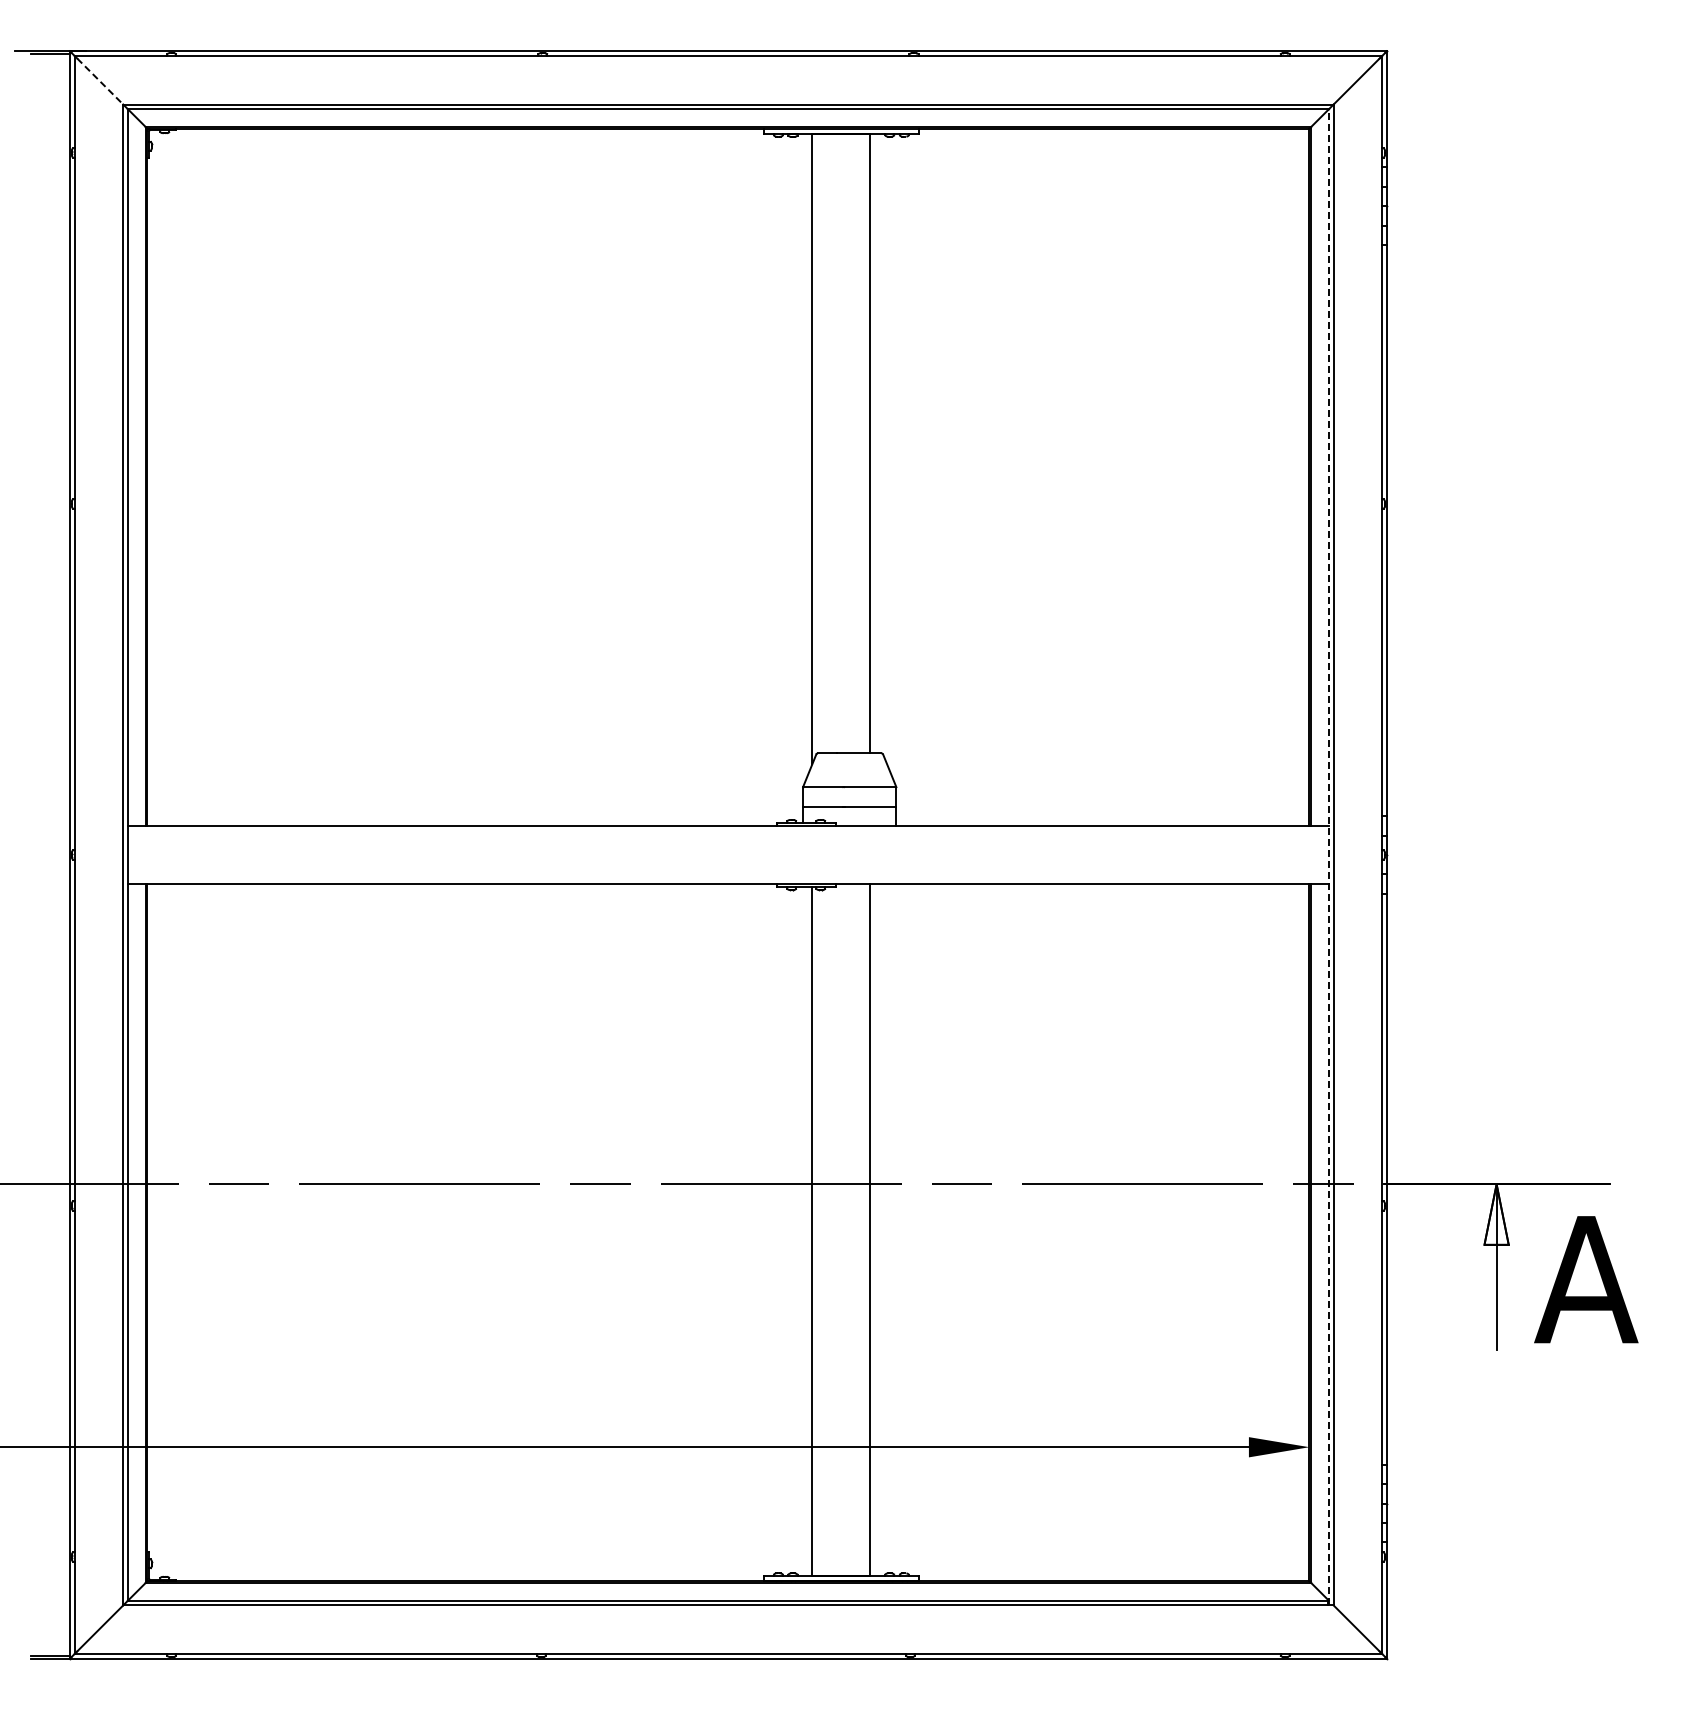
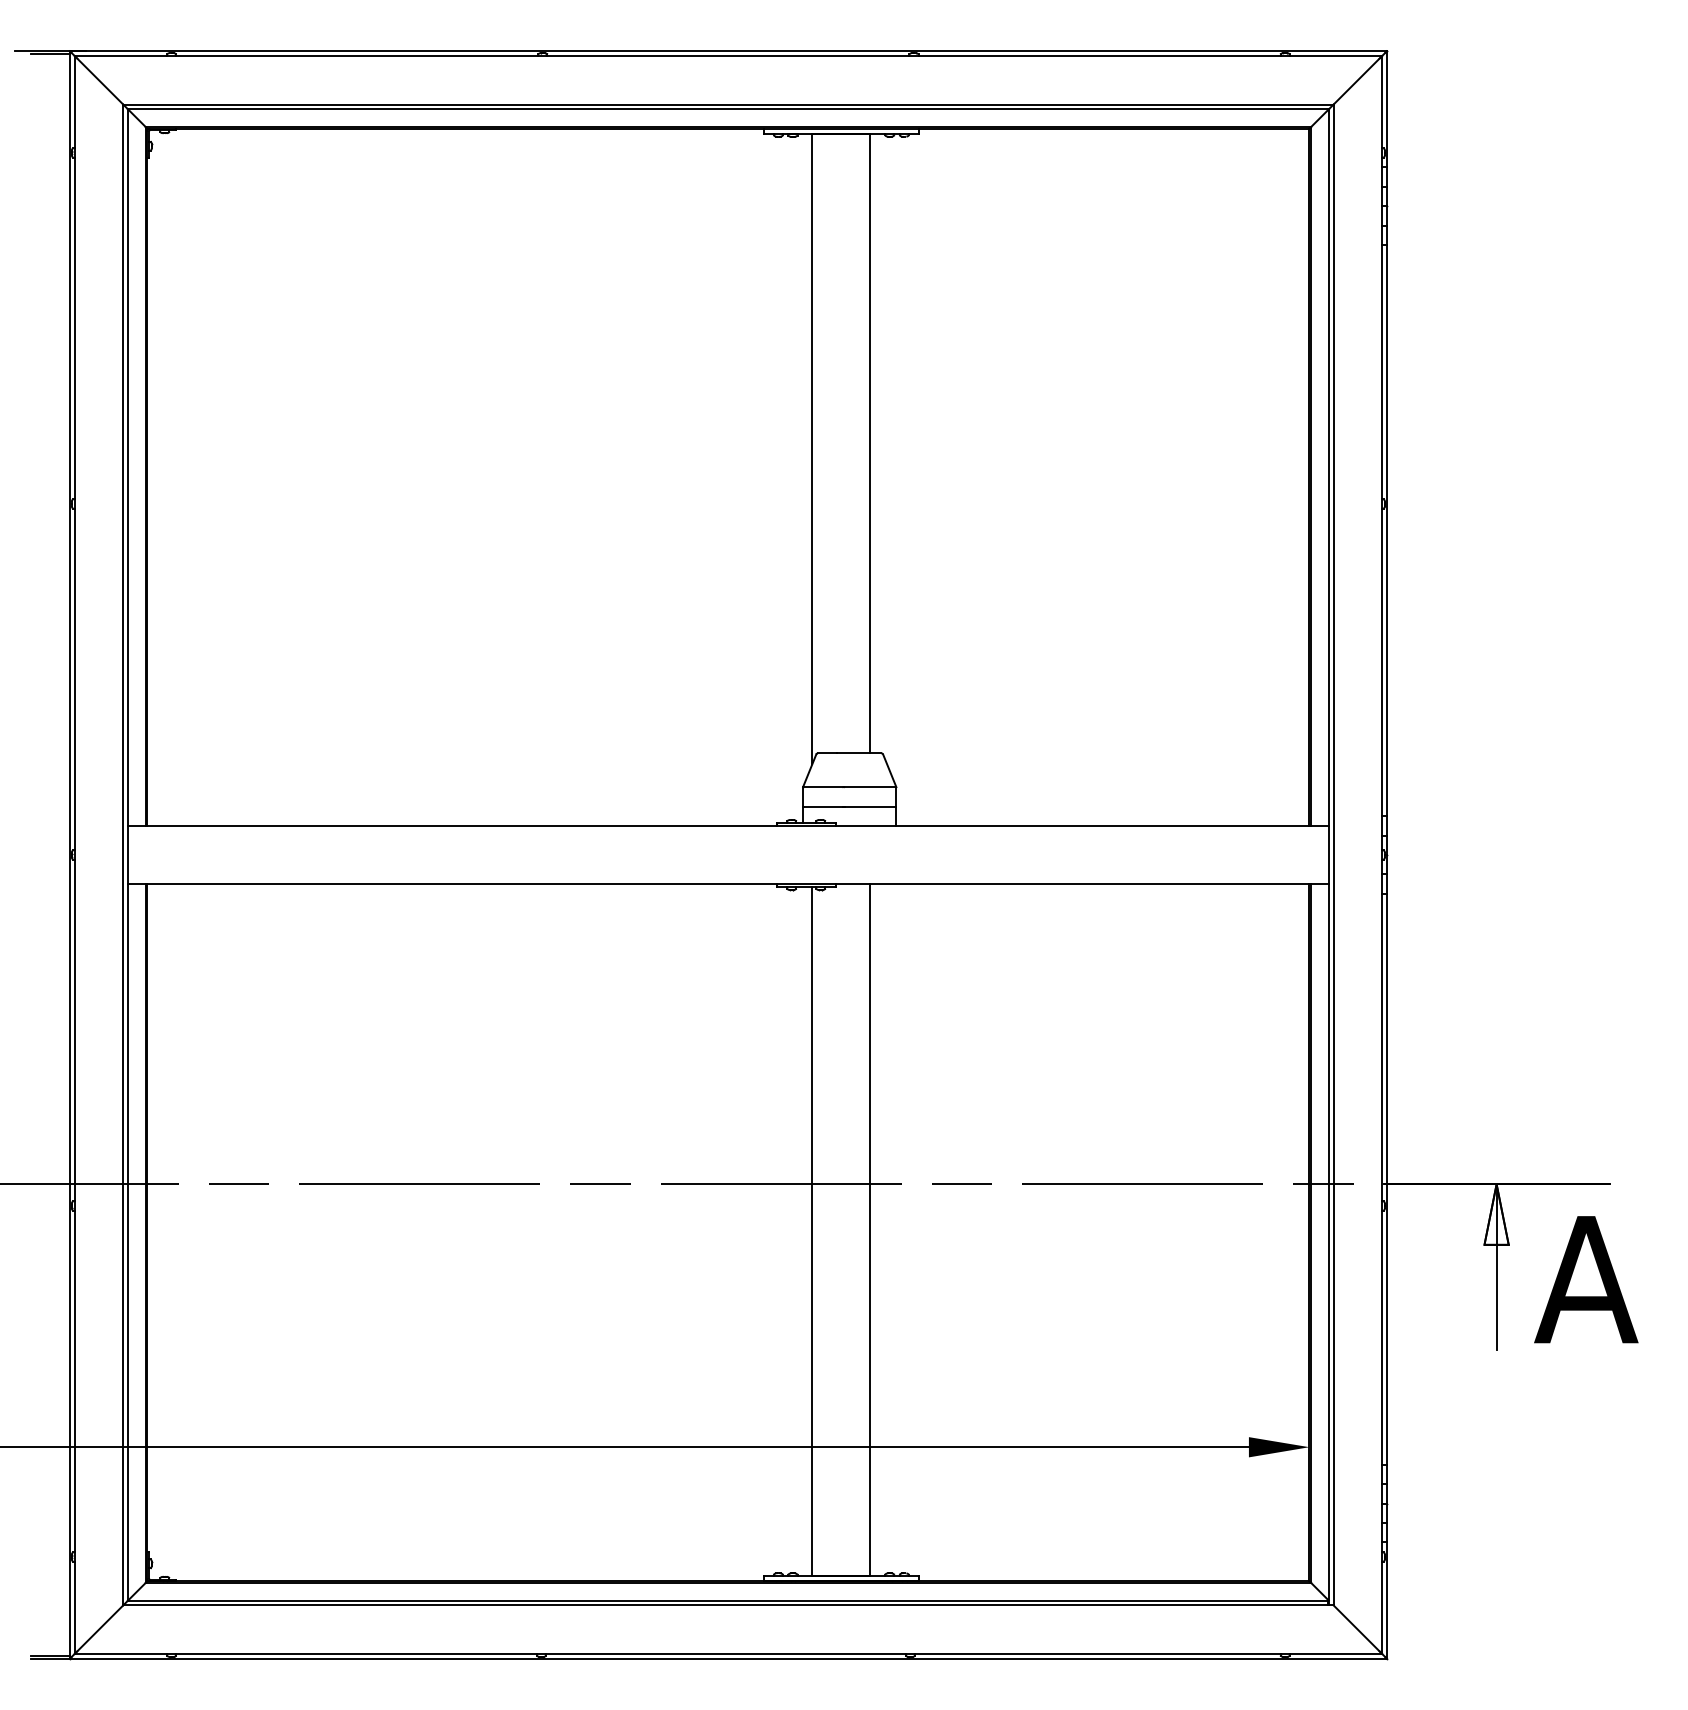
line at (100, 81): dashed -> solid
line at (1328, 856): dashed -> solid
